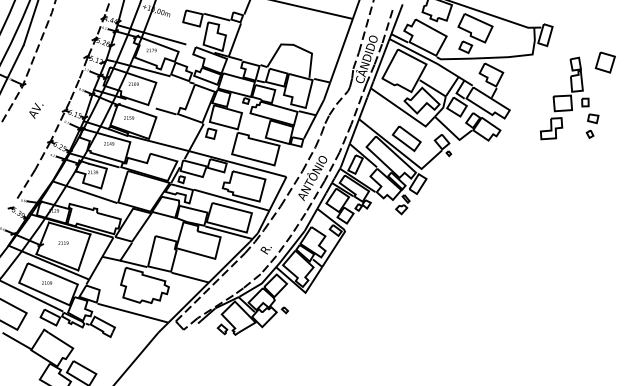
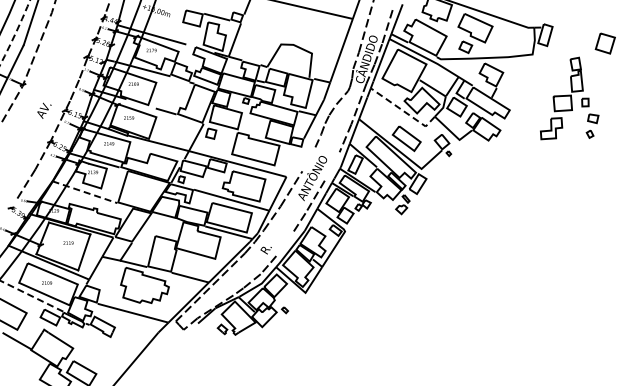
arc at (16, 32): solid -> dashed
part at (604, 62) position: (604, 62) -> (604, 43)
text at (36, 110) position: (36, 110) -> (44, 110)
line at (404, 111): solid -> dashed
line at (308, 159): present -> none
line at (331, 166): present -> none
line at (85, 192): solid -> dashed
text at (63, 242) position: (63, 242) -> (68, 242)
line at (283, 245): present -> none
line at (31, 295): solid -> dashed
